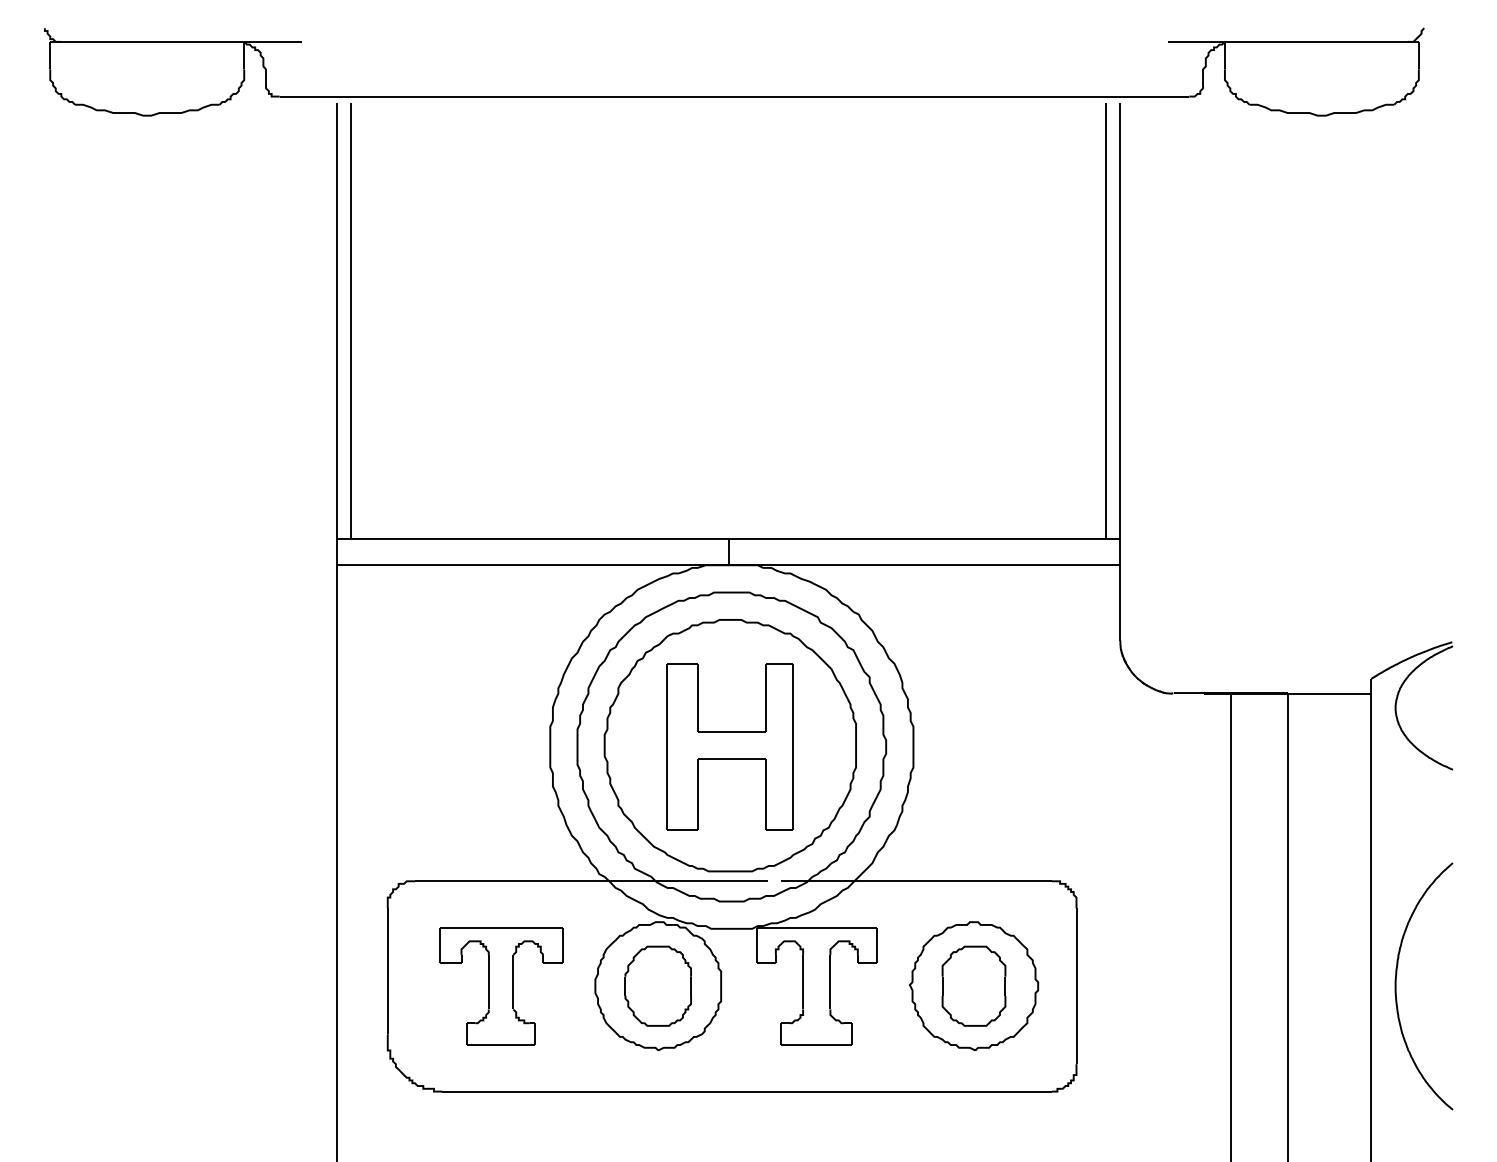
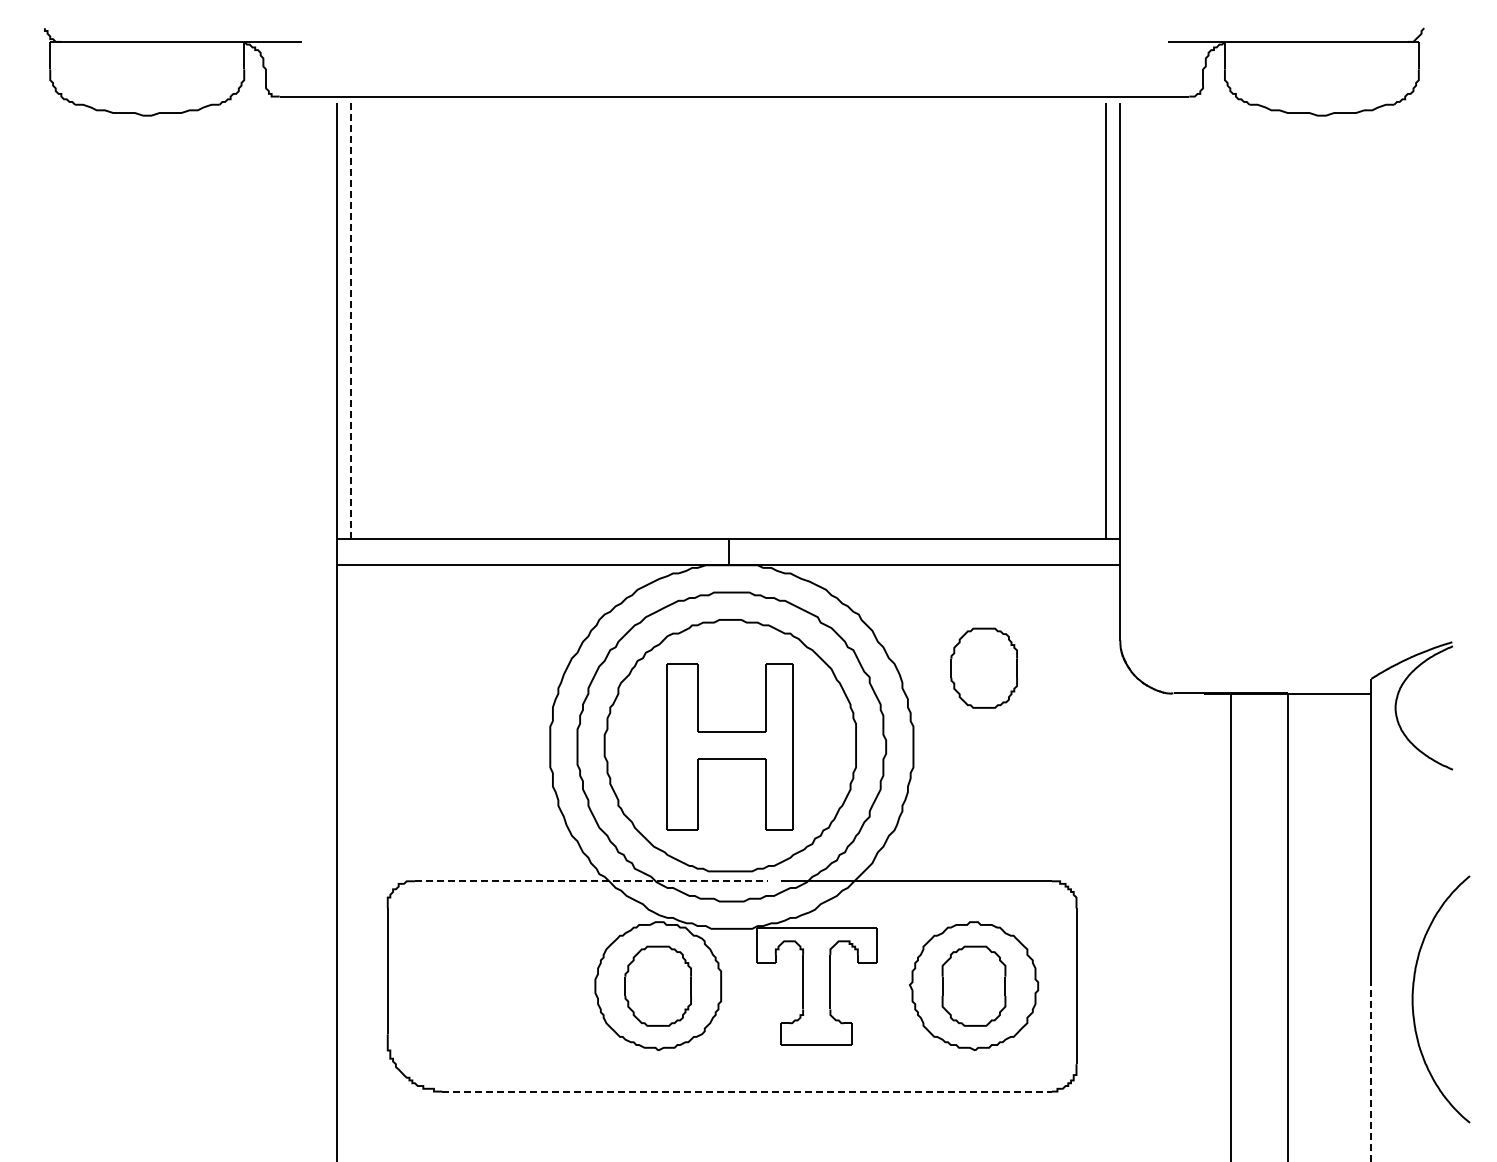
line at (351, 321): solid -> dashed
part at (983, 667): none -> present
line at (591, 881): solid -> dashed
part at (501, 986): present -> none
curve at (1396, 986) position: (1396, 986) -> (1413, 999)
line at (1371, 1073): solid -> dashed
line at (747, 1091): solid -> dashed
